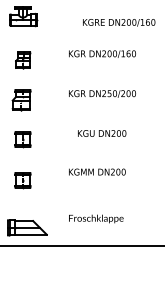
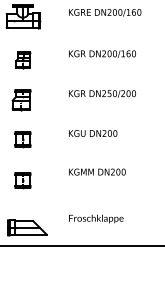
part at (23, 16) size: 30x22 px -> 37x26 px
text at (119, 22) position: (119, 22) -> (105, 12)
text at (102, 133) position: (102, 133) -> (93, 133)
